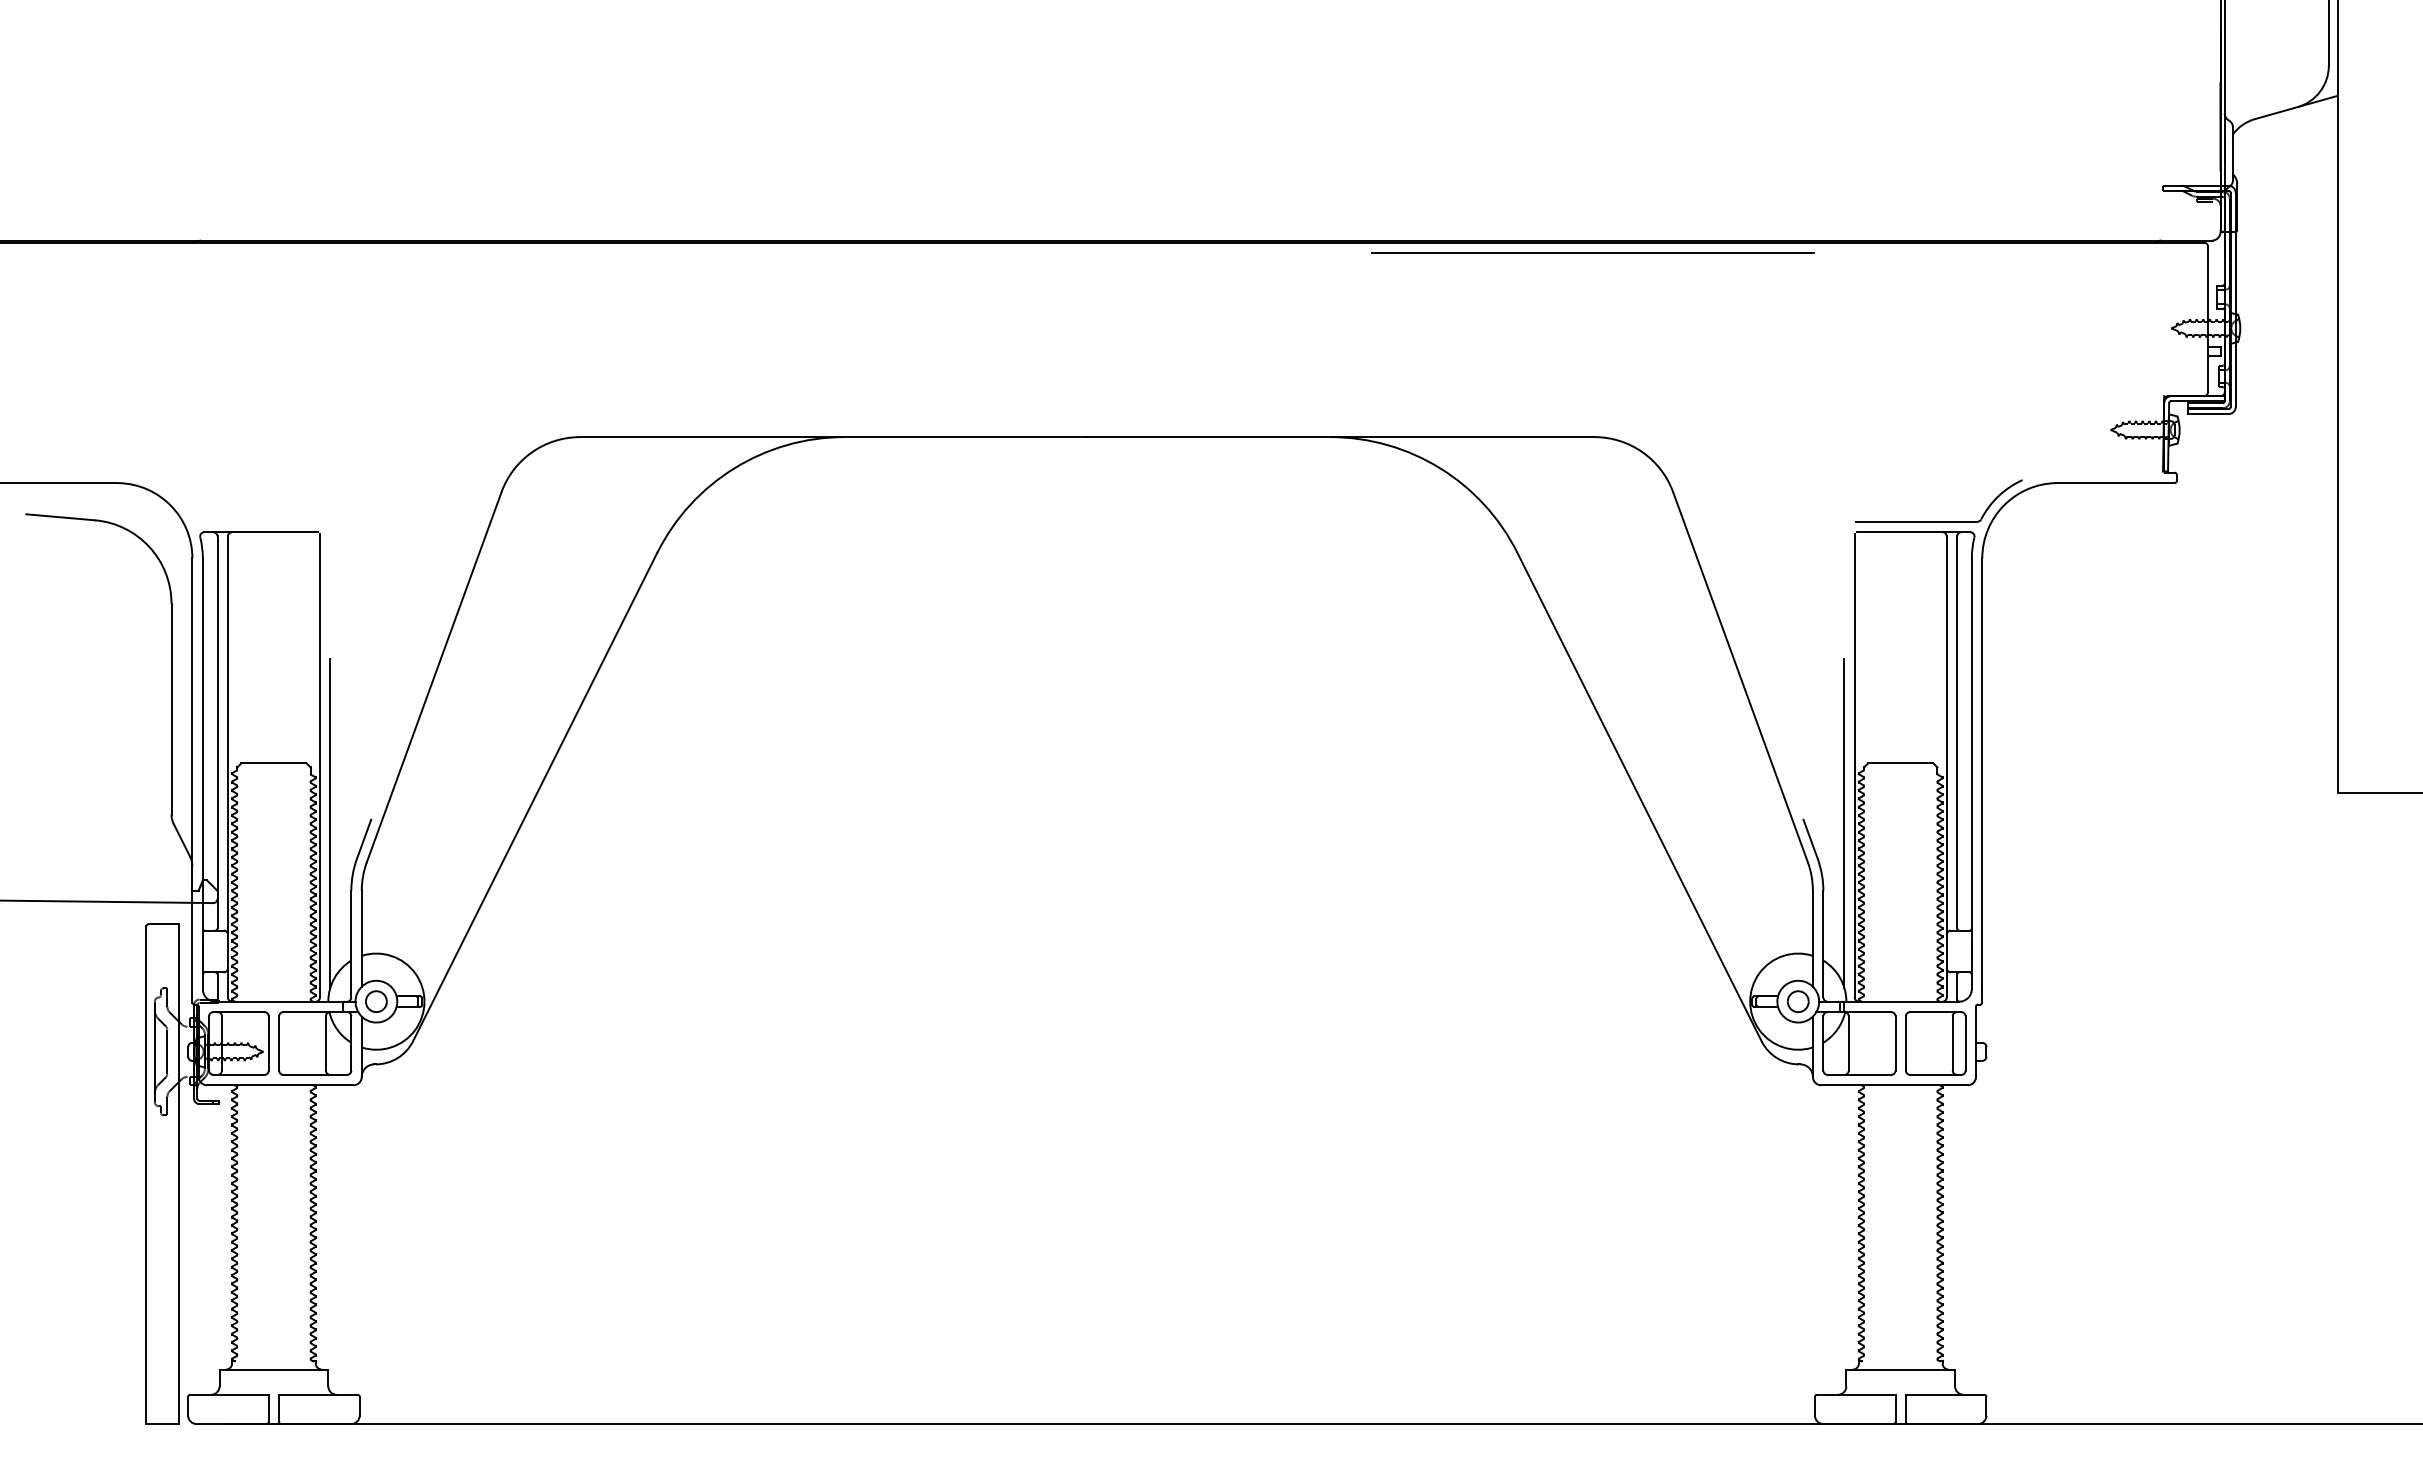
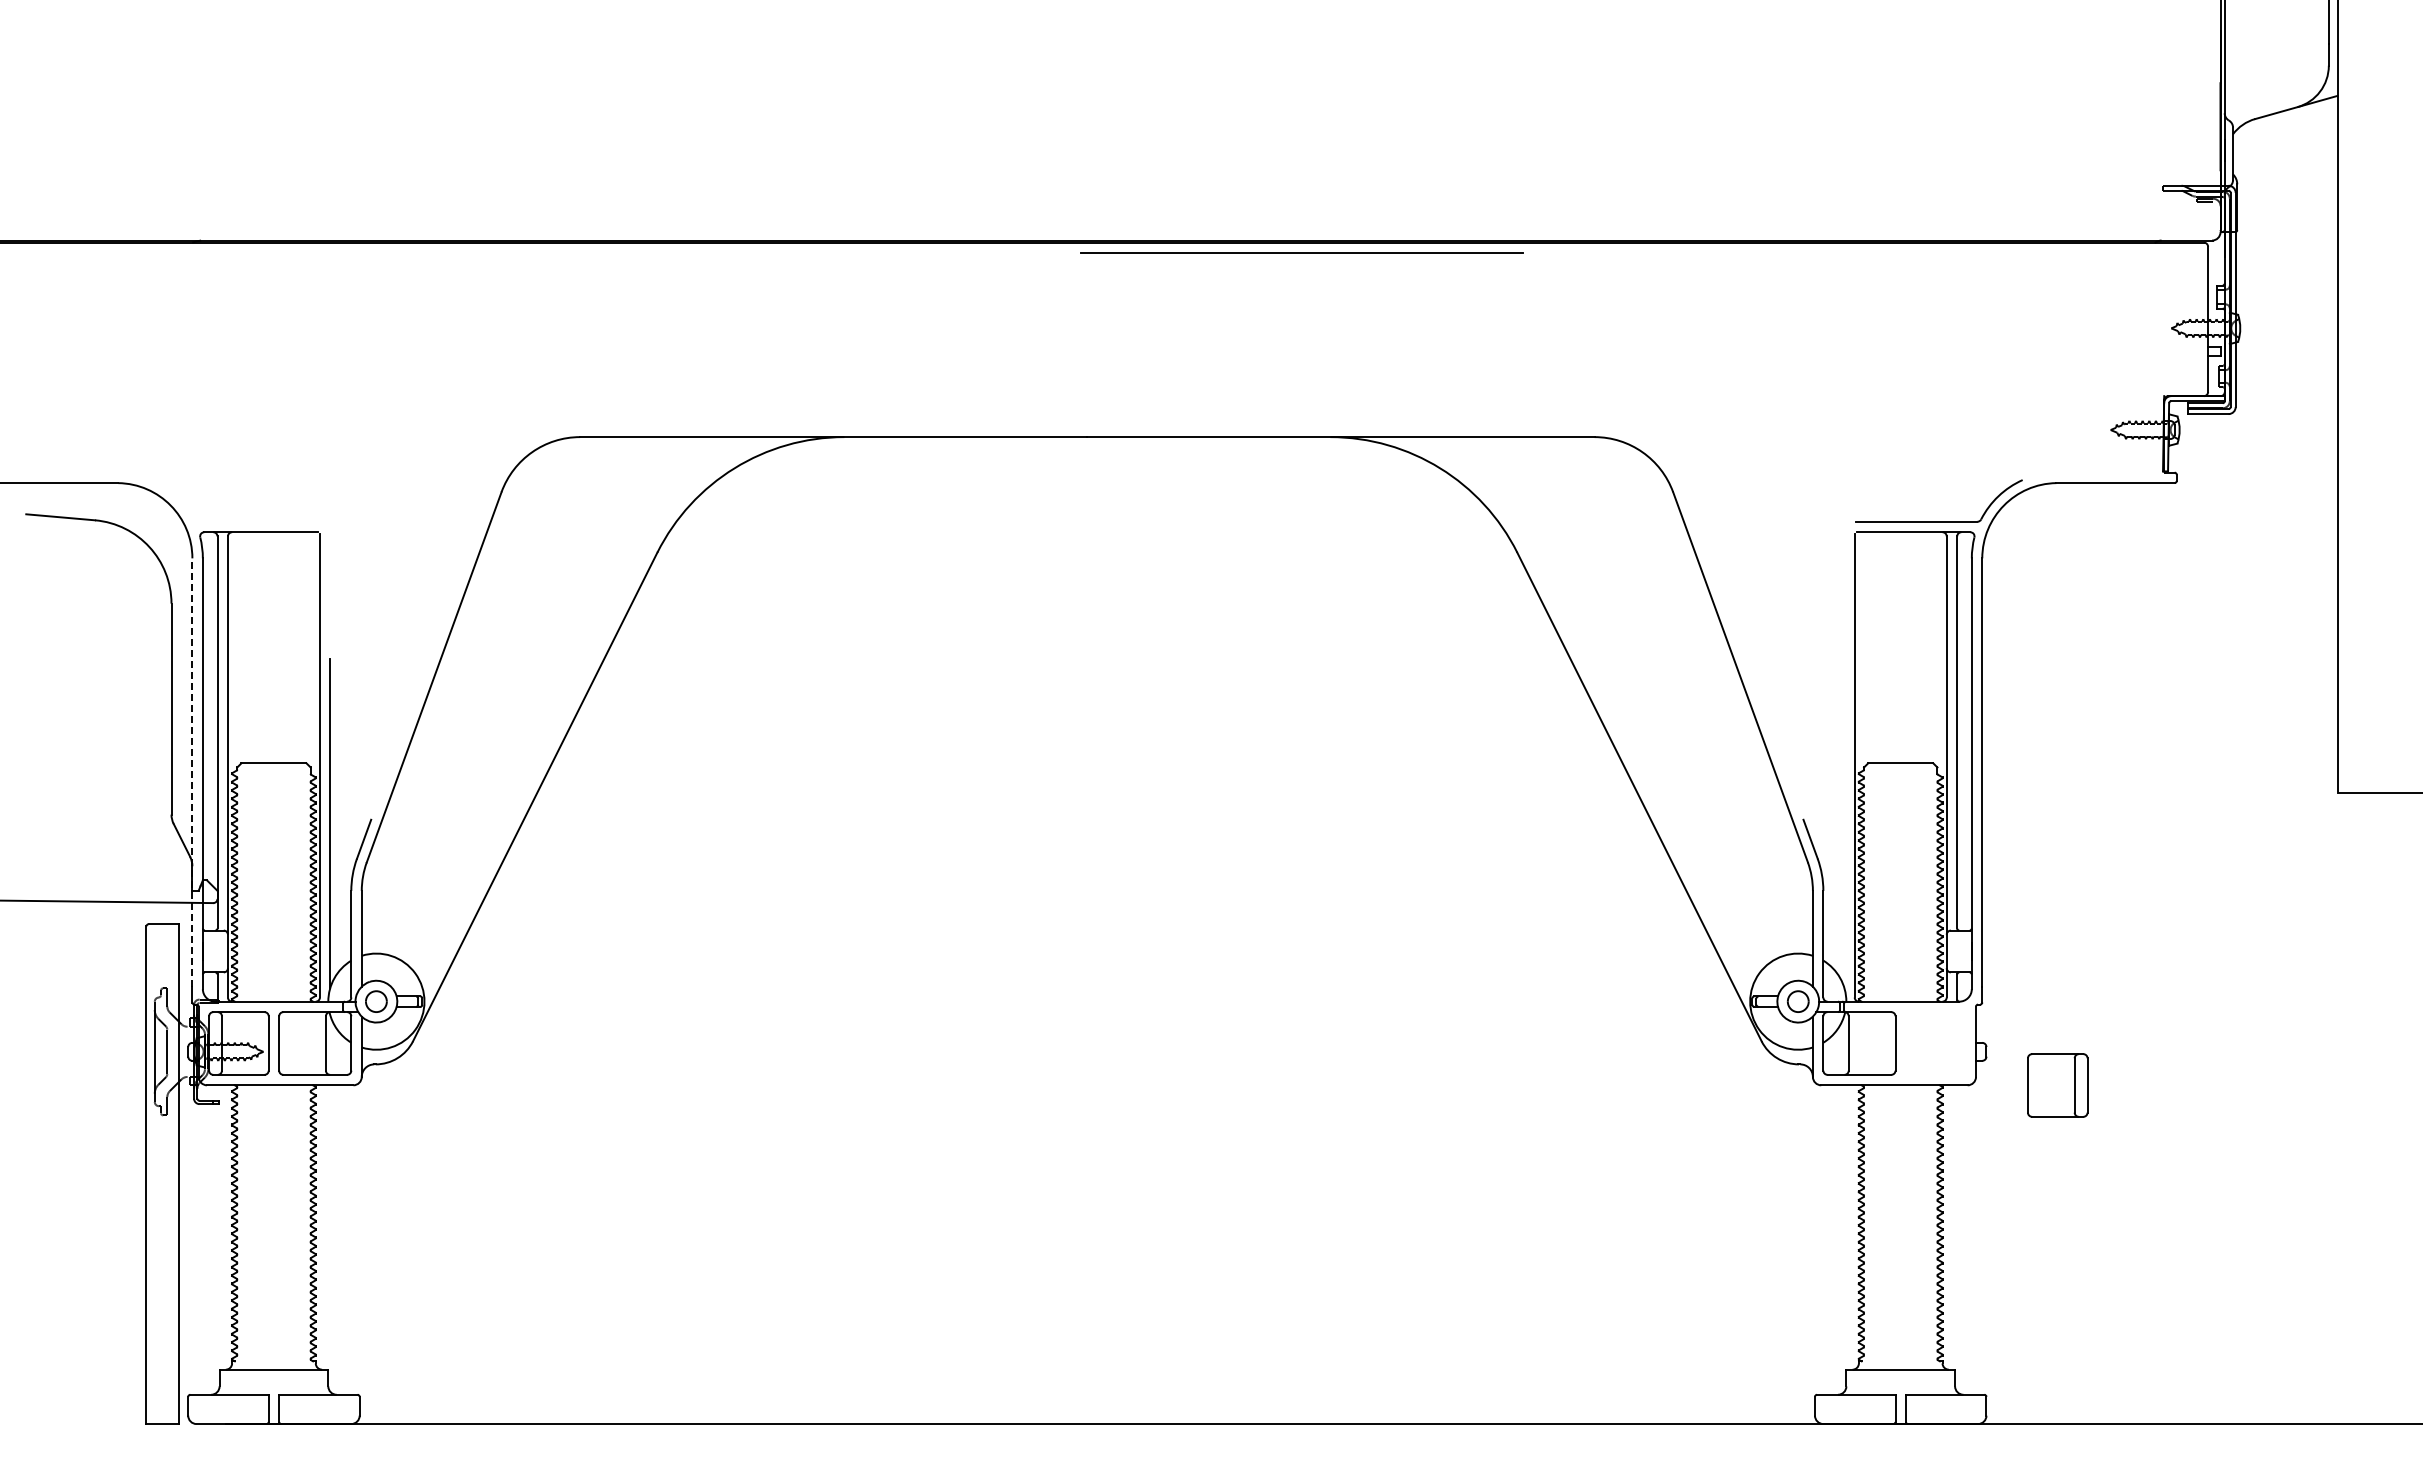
line at (1592, 252) position: (1592, 252) -> (1301, 252)
line at (192, 772): solid -> dashed
line at (1844, 822): present -> none
part at (1935, 1043) position: (1935, 1043) -> (2057, 1085)
